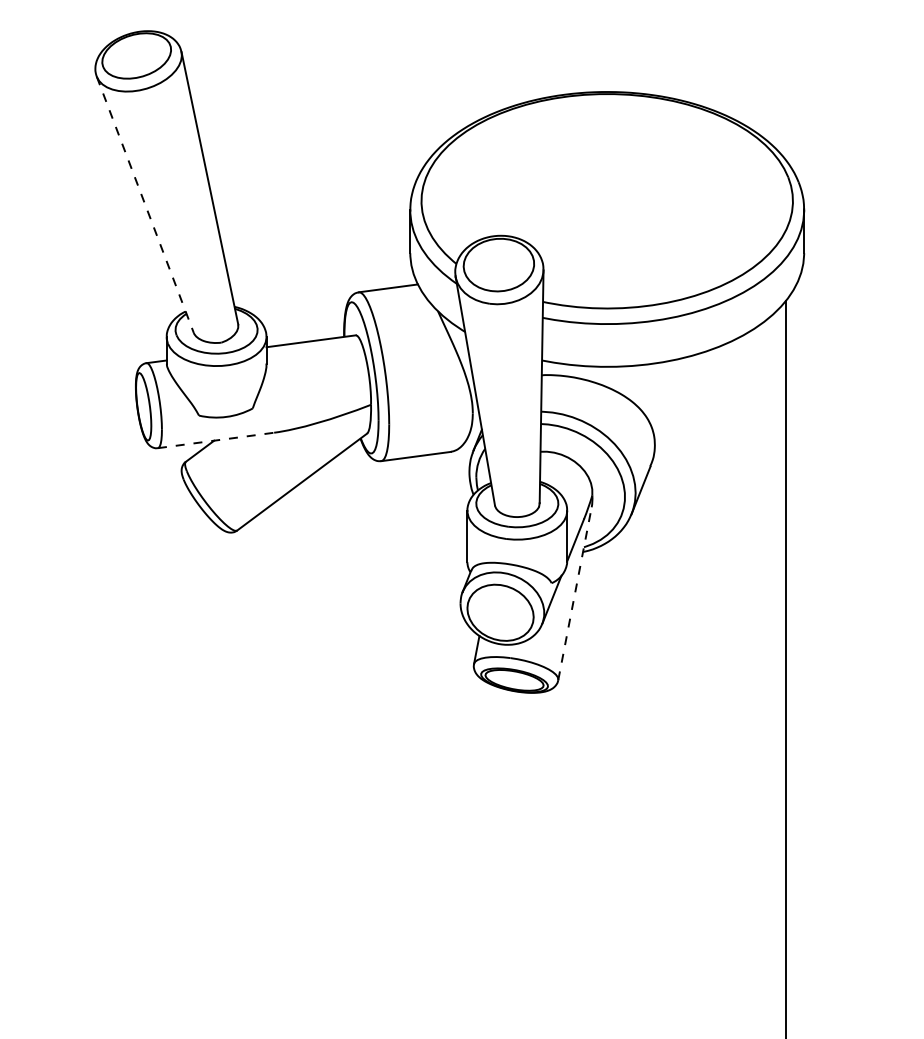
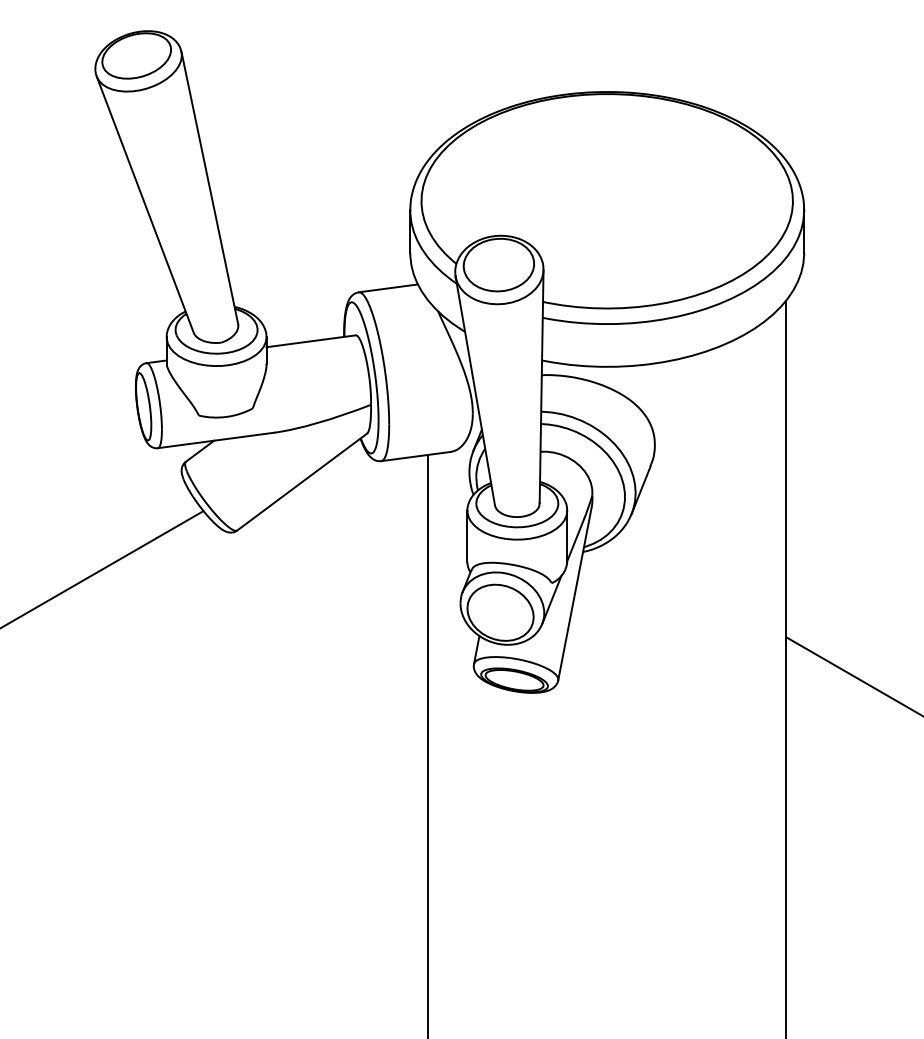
line at (145, 204): dashed -> solid
line at (216, 440): dashed -> solid
line at (102, 569): none -> present
line at (575, 593): dashed -> solid
line at (853, 675): none -> present
line at (428, 744): none -> present
